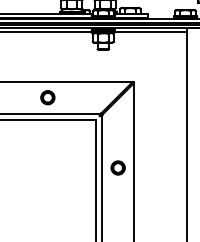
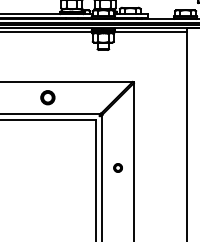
circle at (117, 167) size: 16x16 px -> 10x10 px
